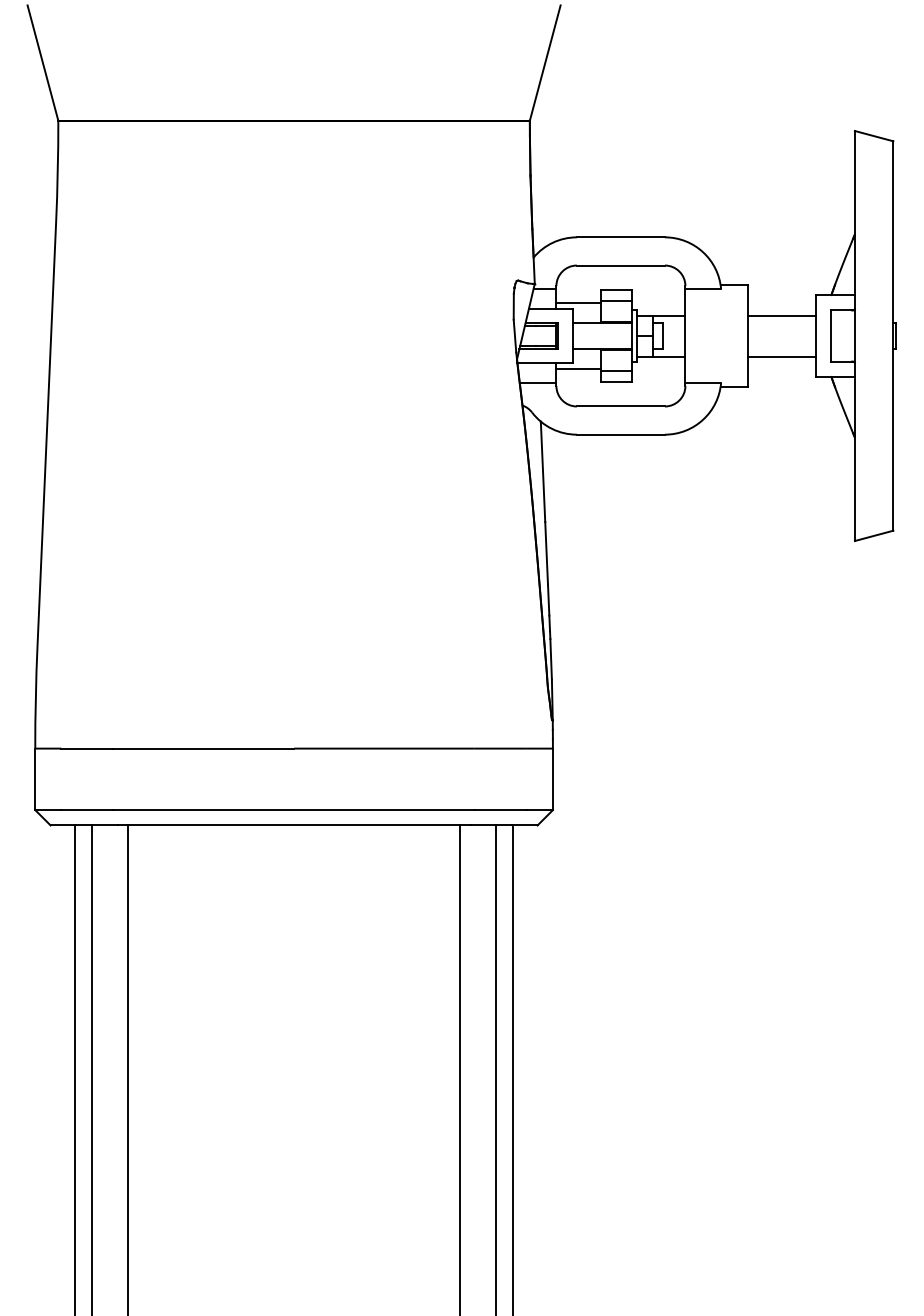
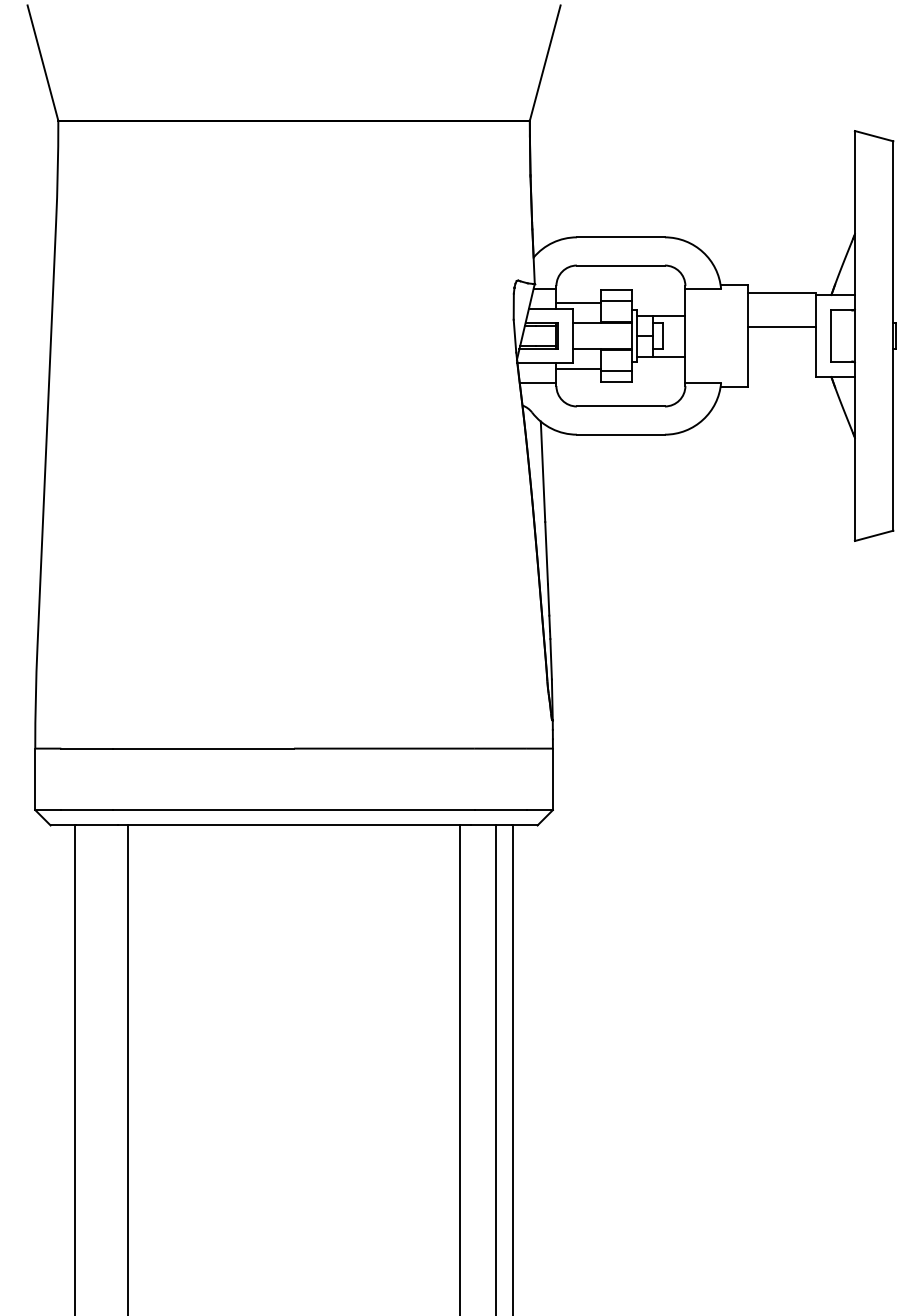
line at (781, 315) position: (781, 315) -> (781, 292)
line at (781, 356) position: (781, 356) -> (781, 326)
line at (92, 1068): present -> none
